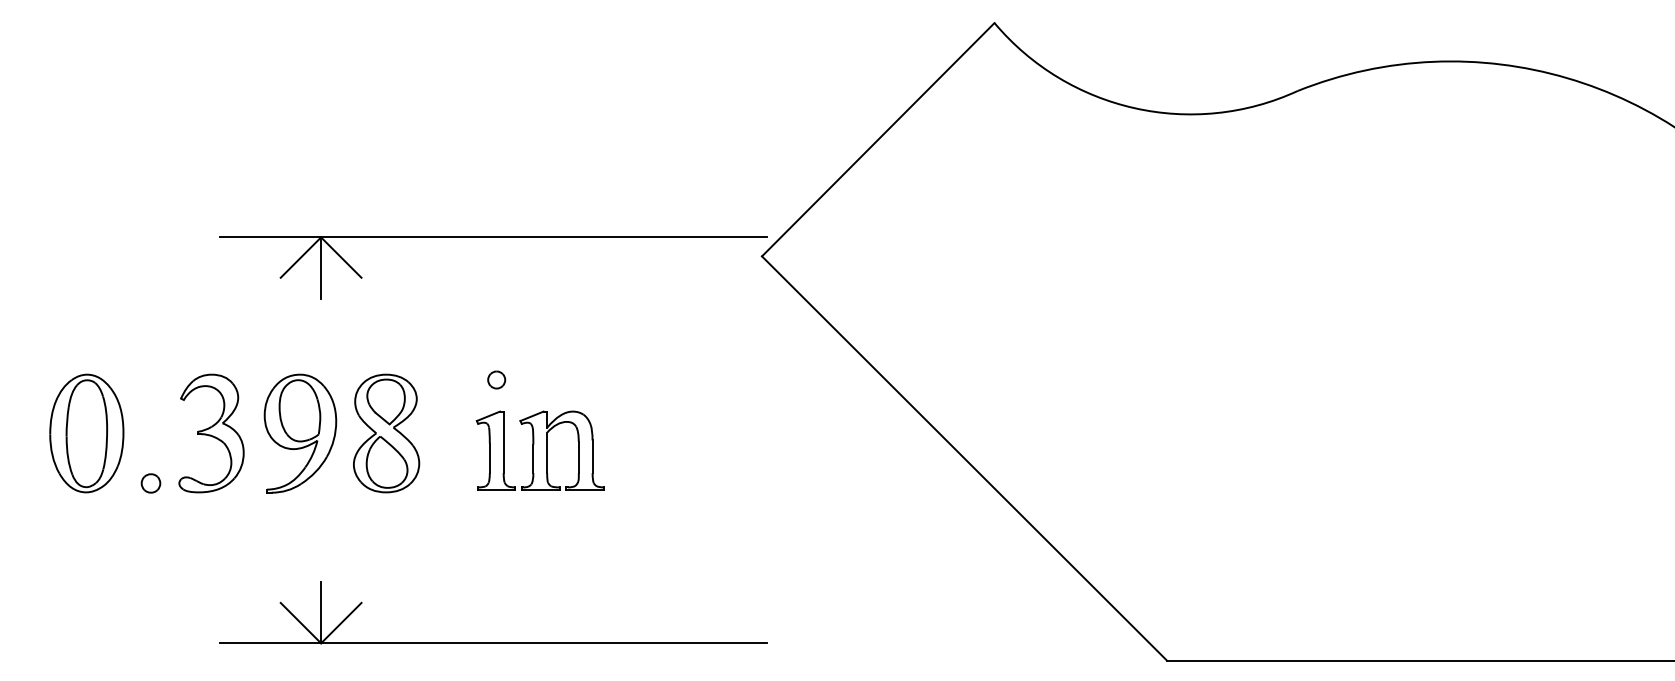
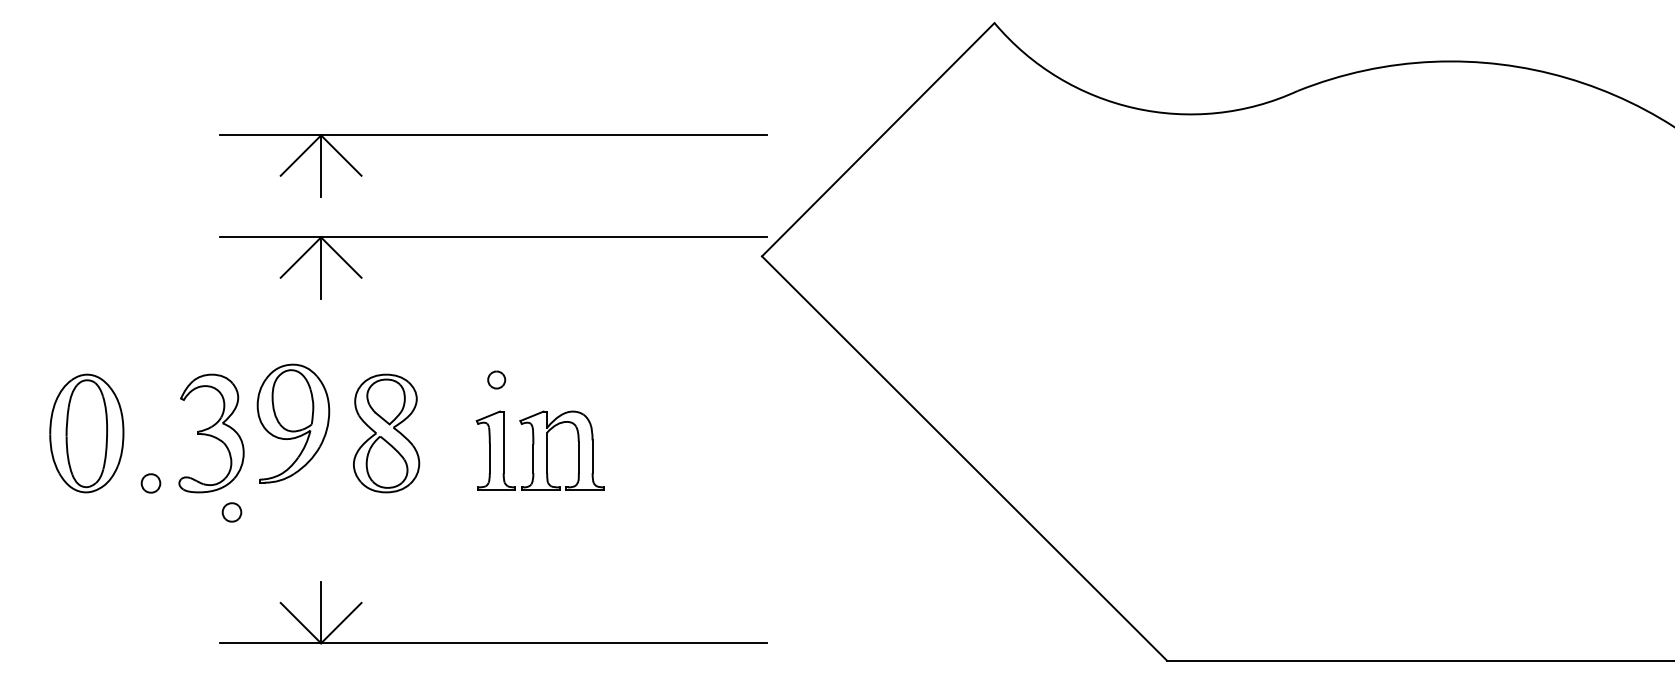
part at (493, 135): none -> present
part at (300, 433) position: (300, 433) -> (293, 423)
part at (231, 512): none -> present
